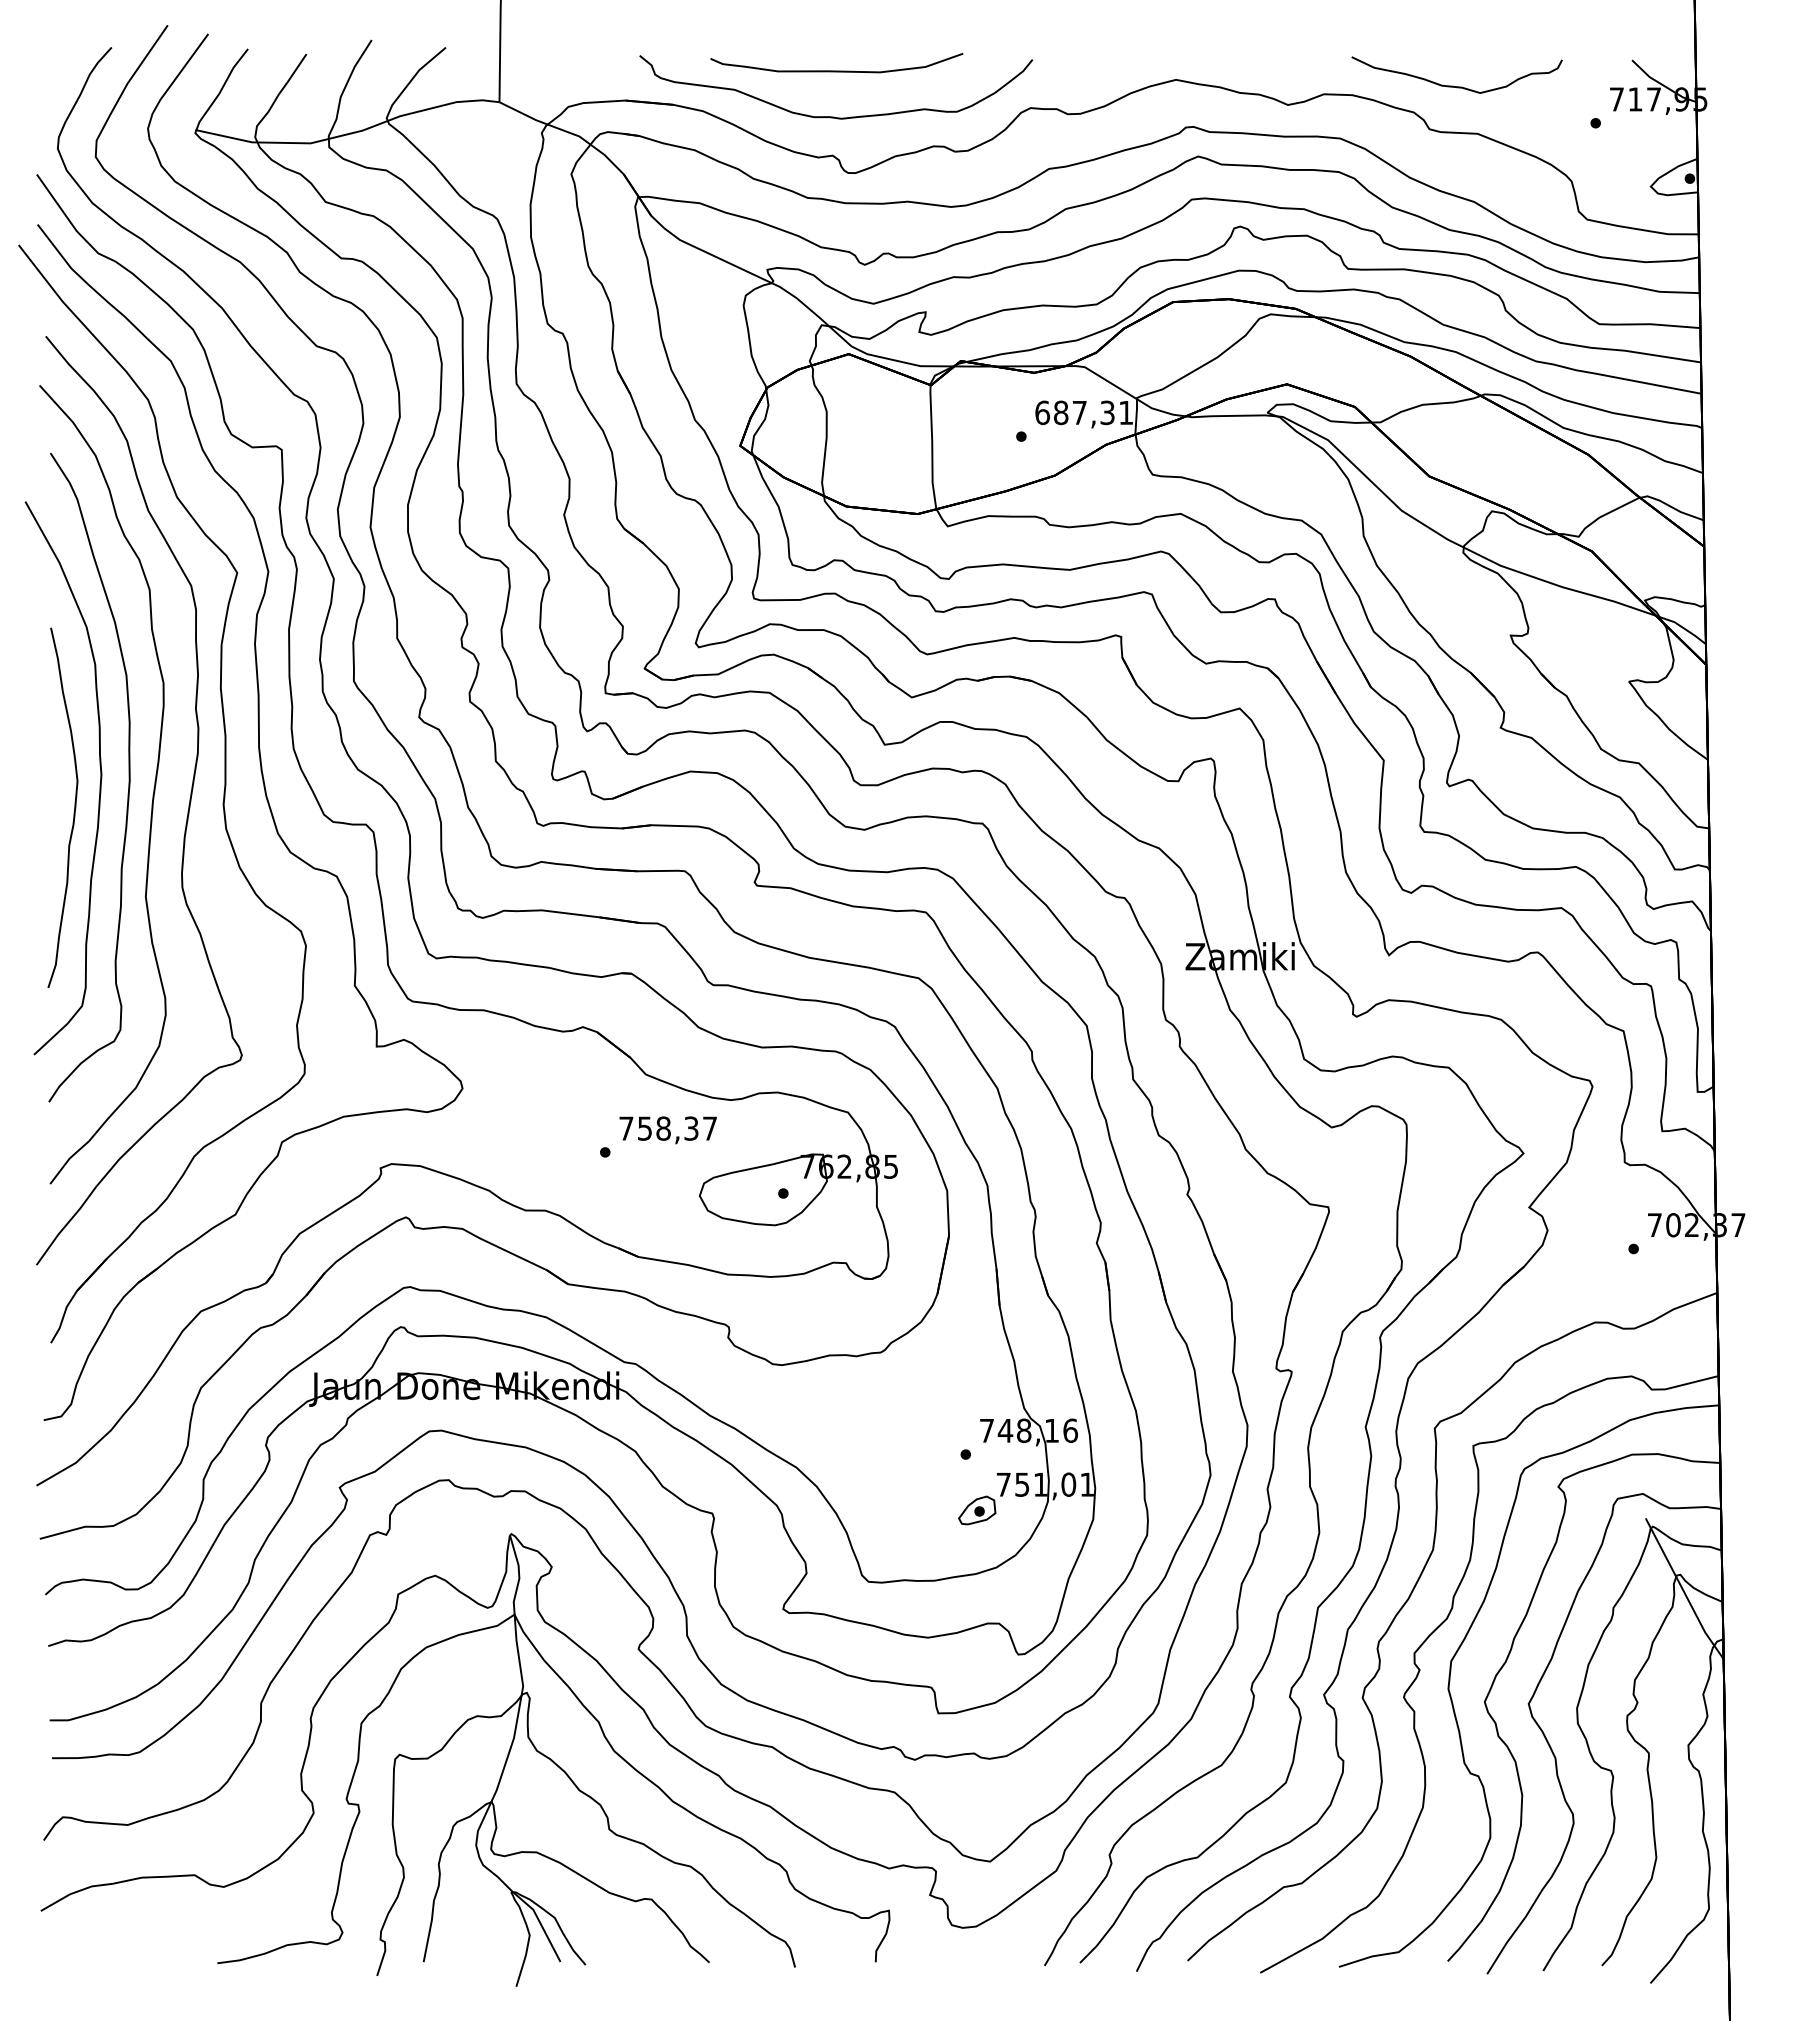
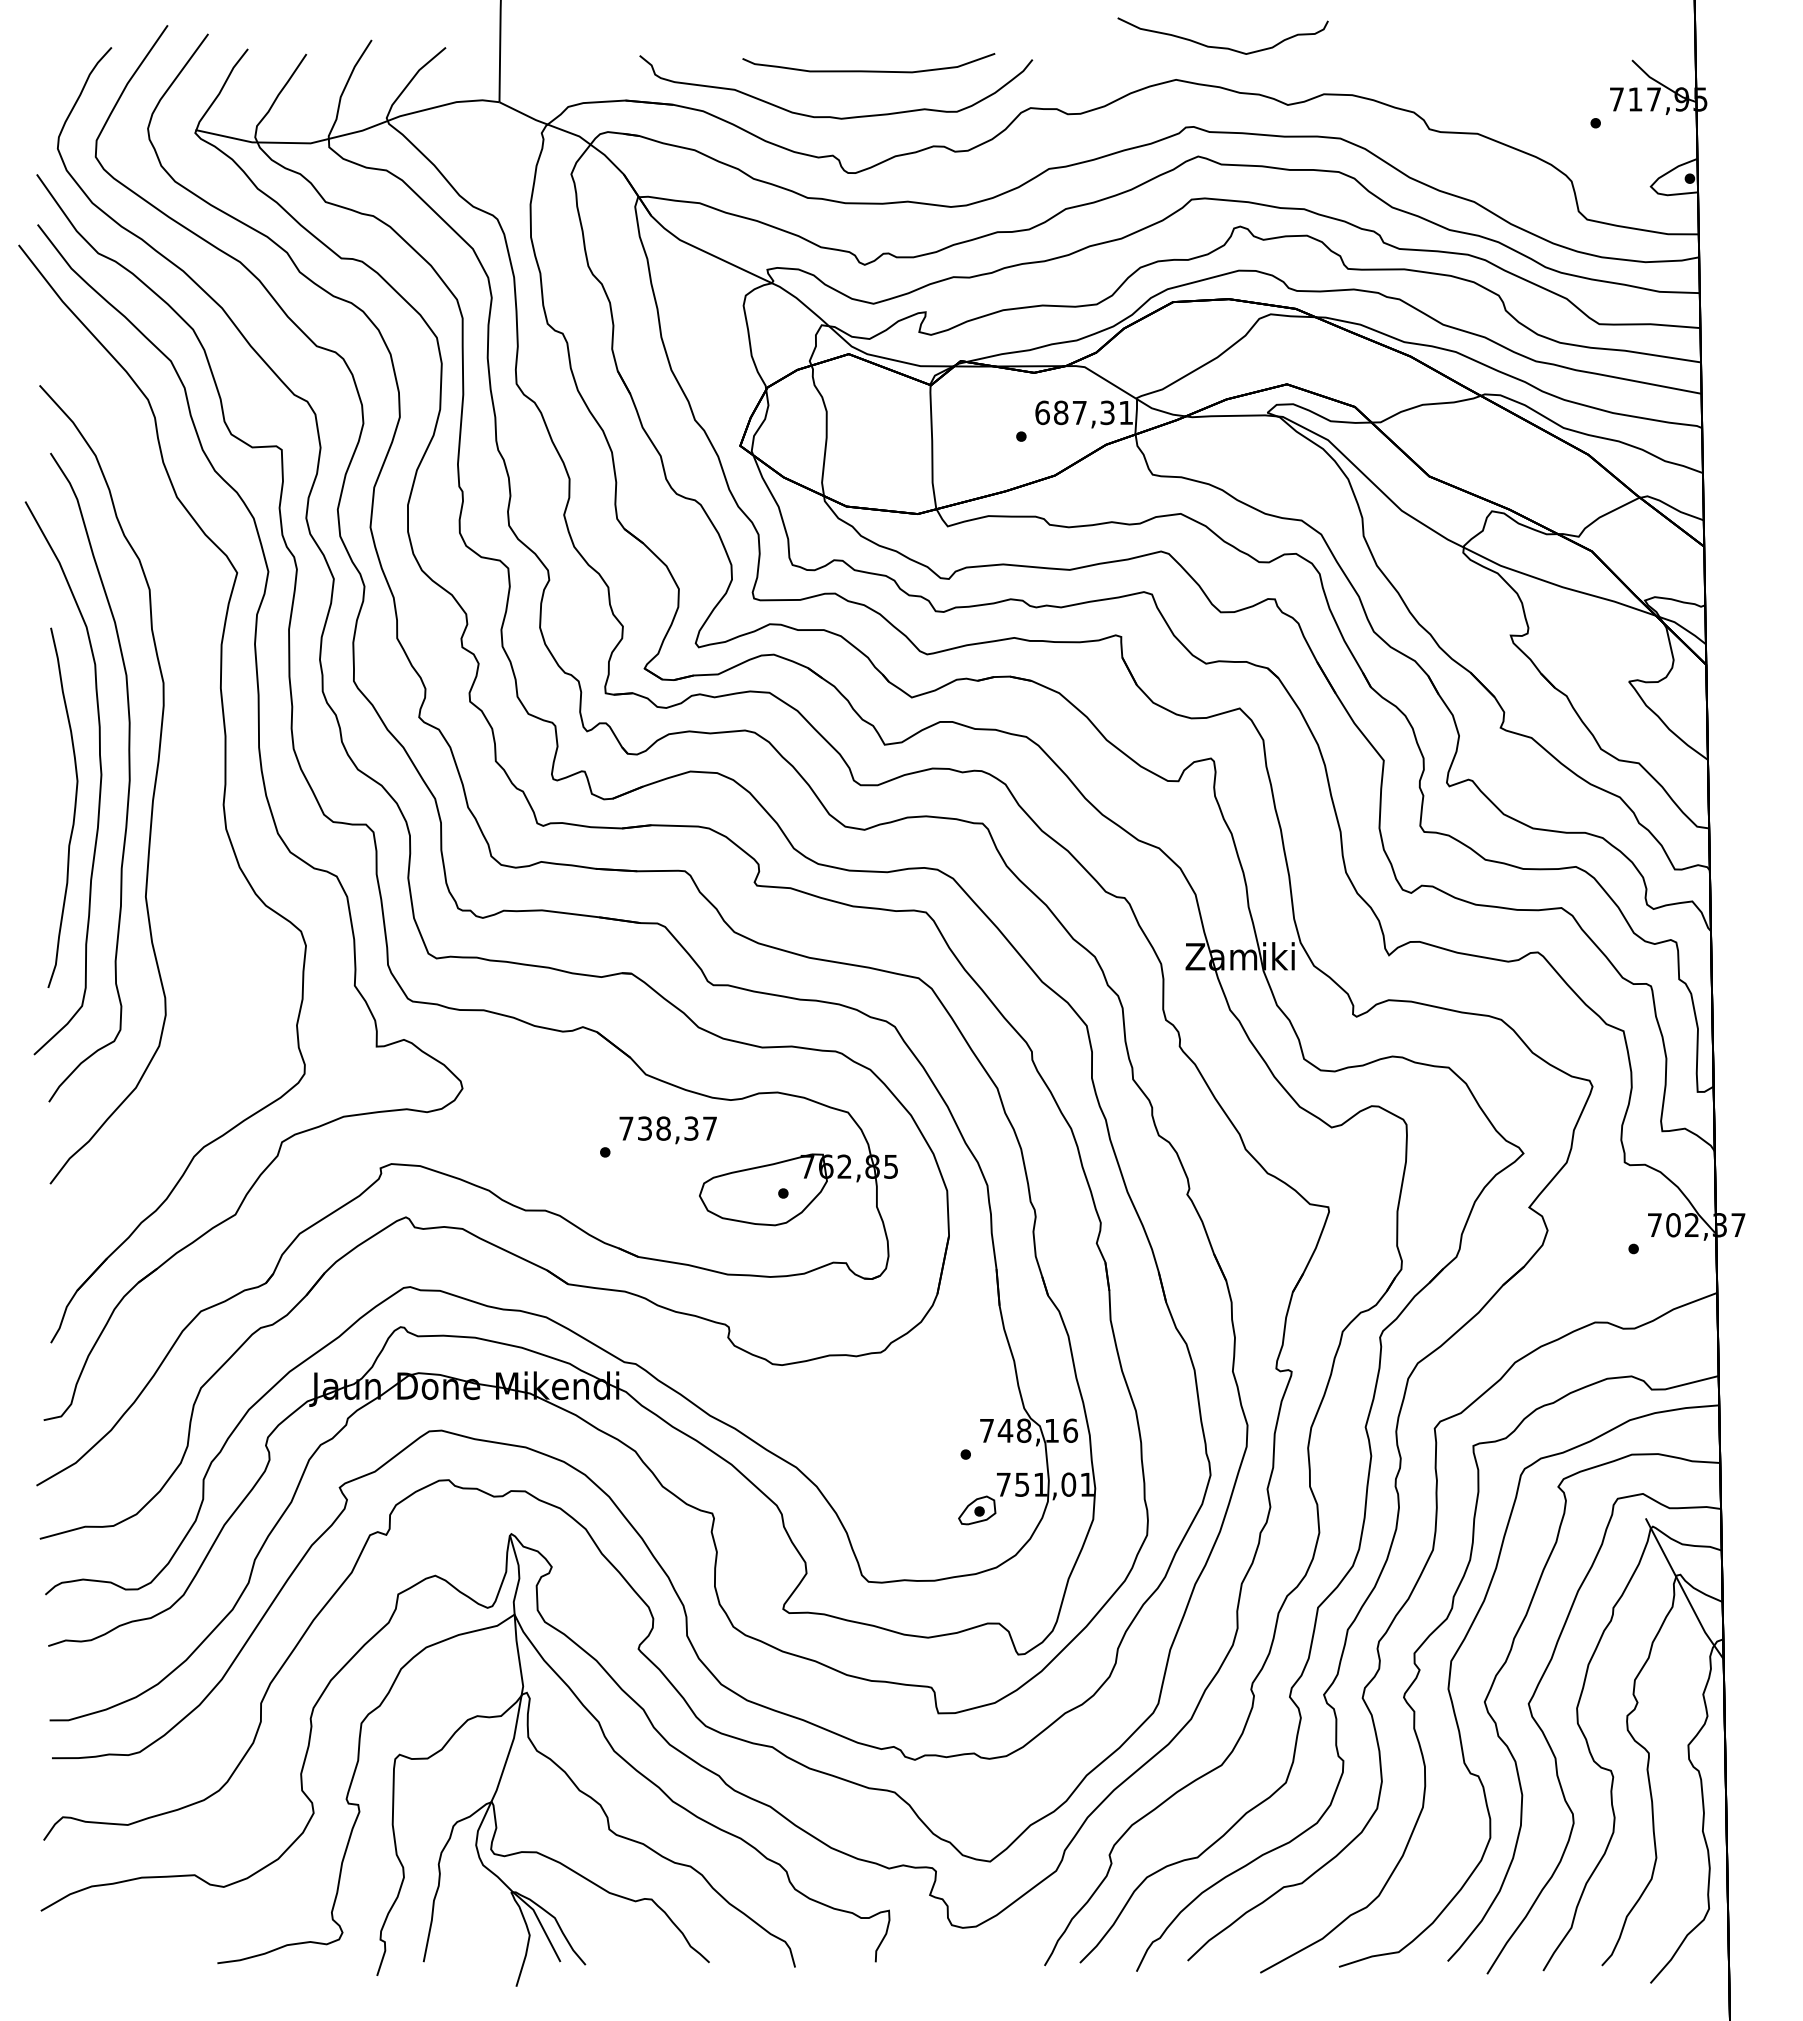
curve at (836, 70) position: (836, 70) -> (868, 70)
curve at (1453, 85) position: (1453, 85) -> (1219, 46)
curve at (188, 804): present -> none
text at (644, 1128): 758,37 -> 738,37
